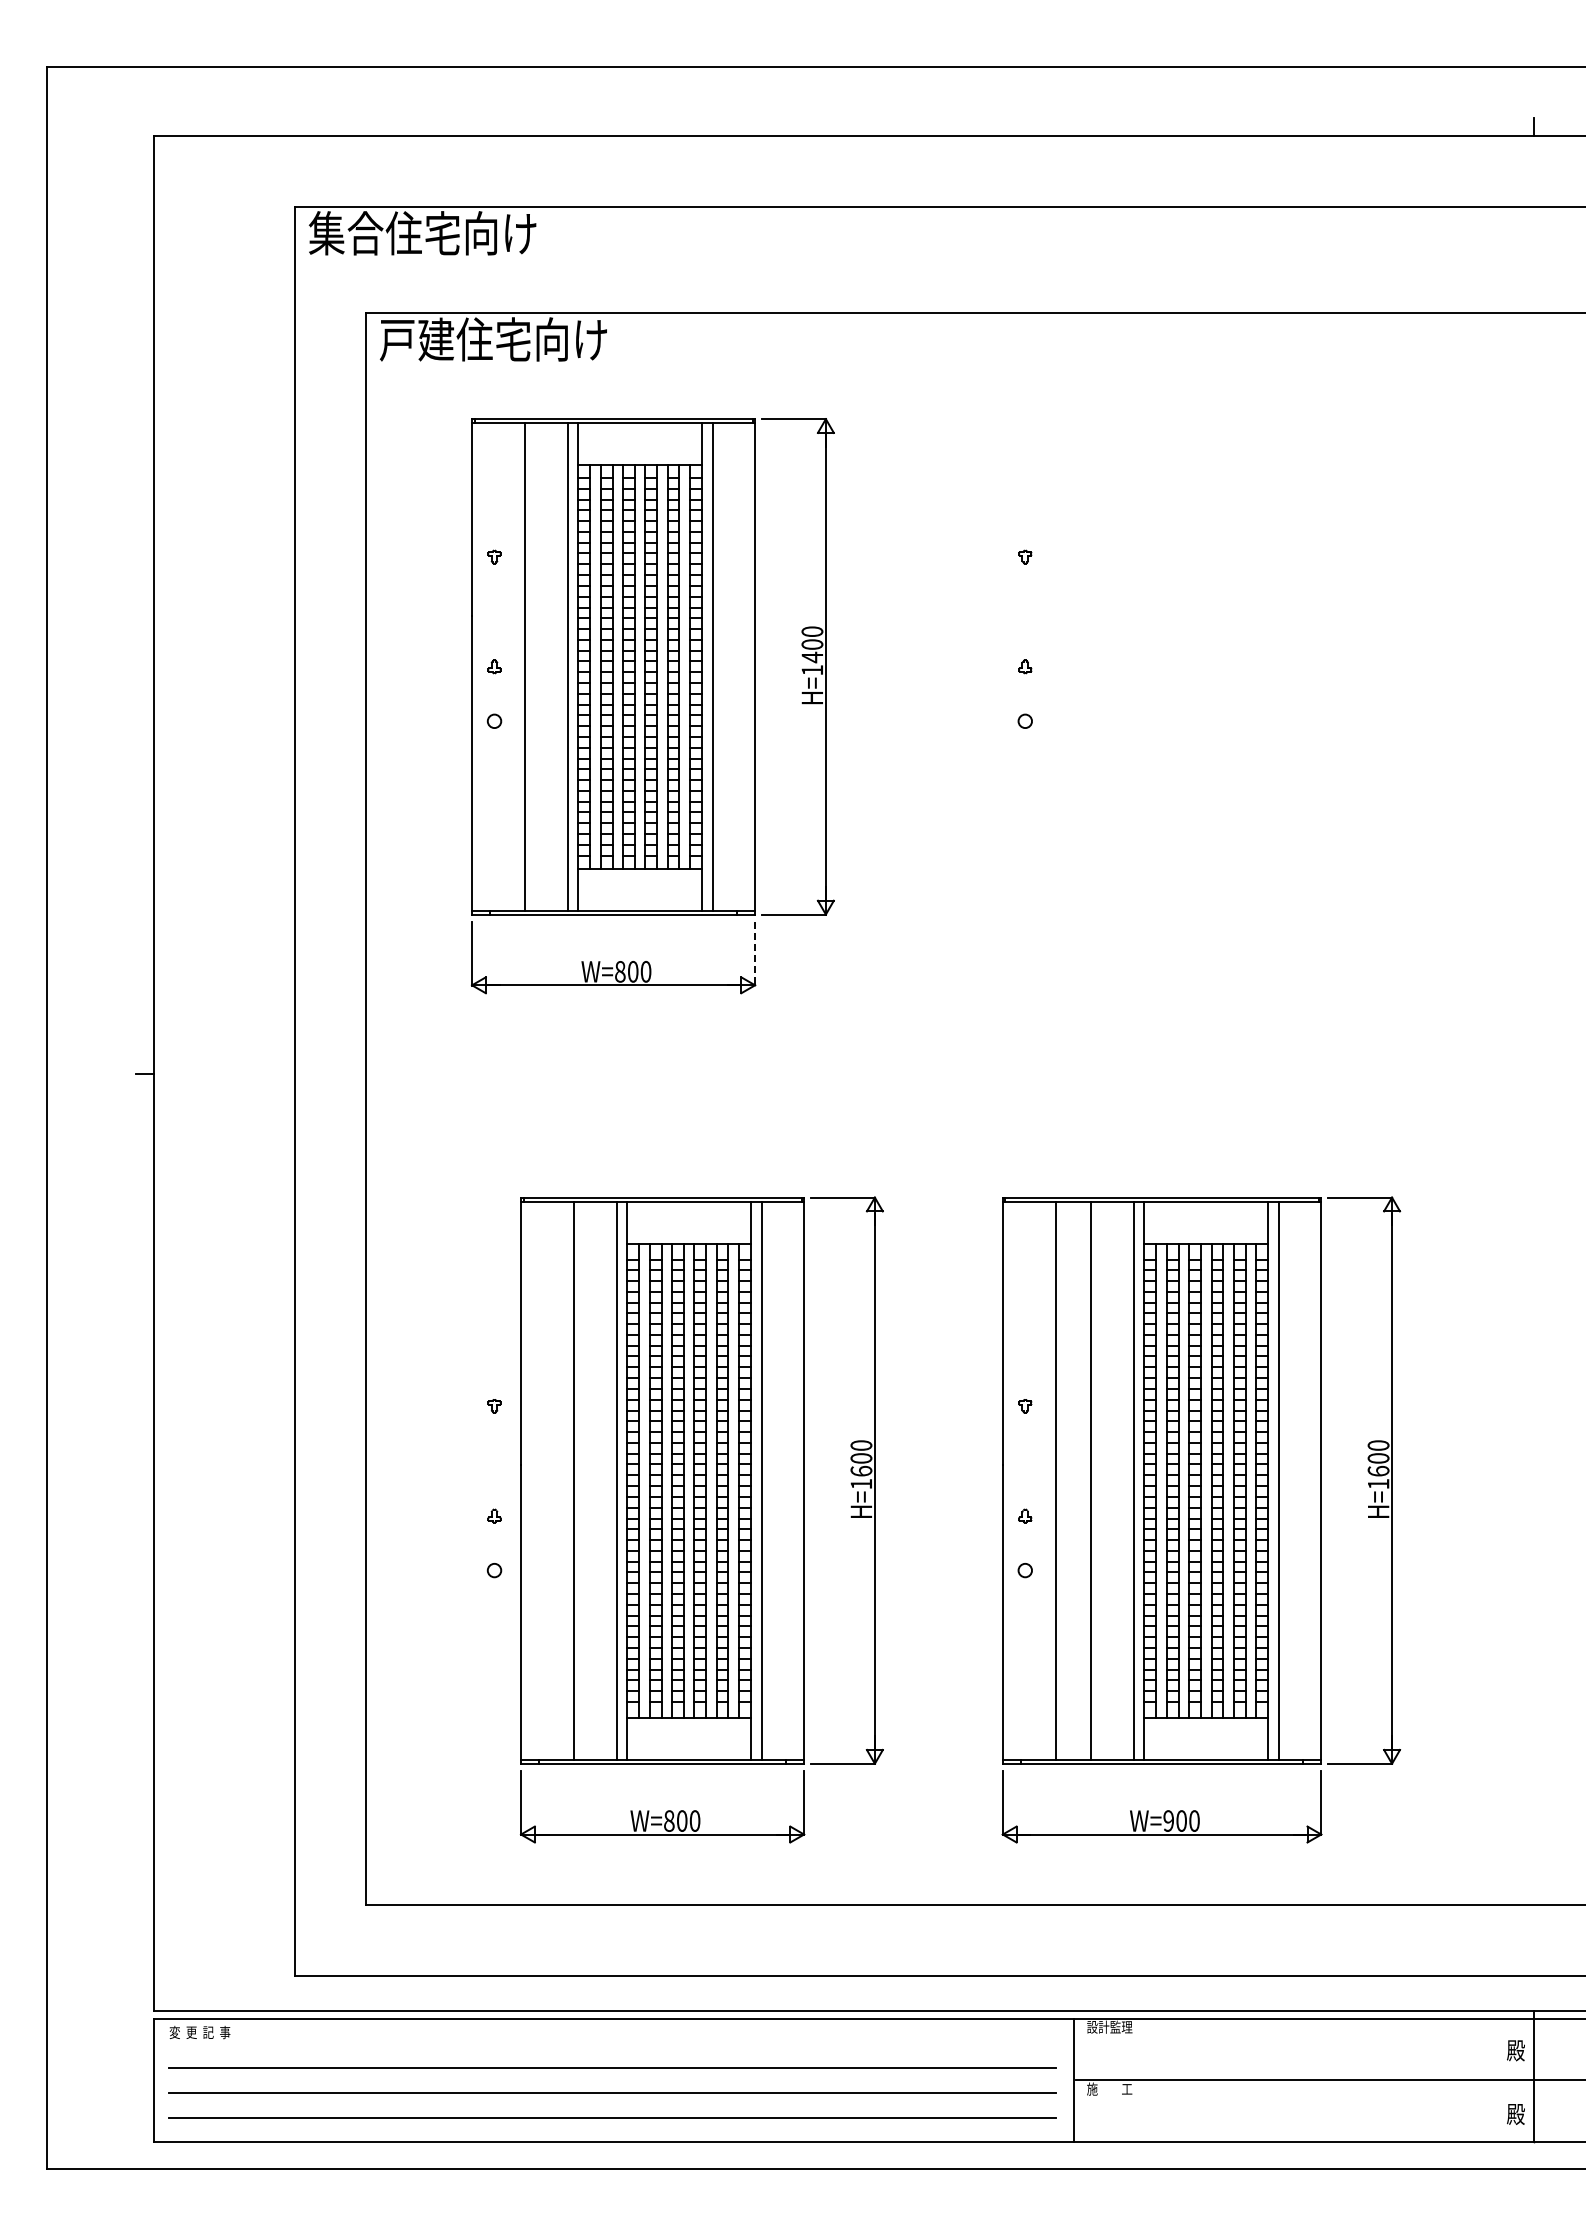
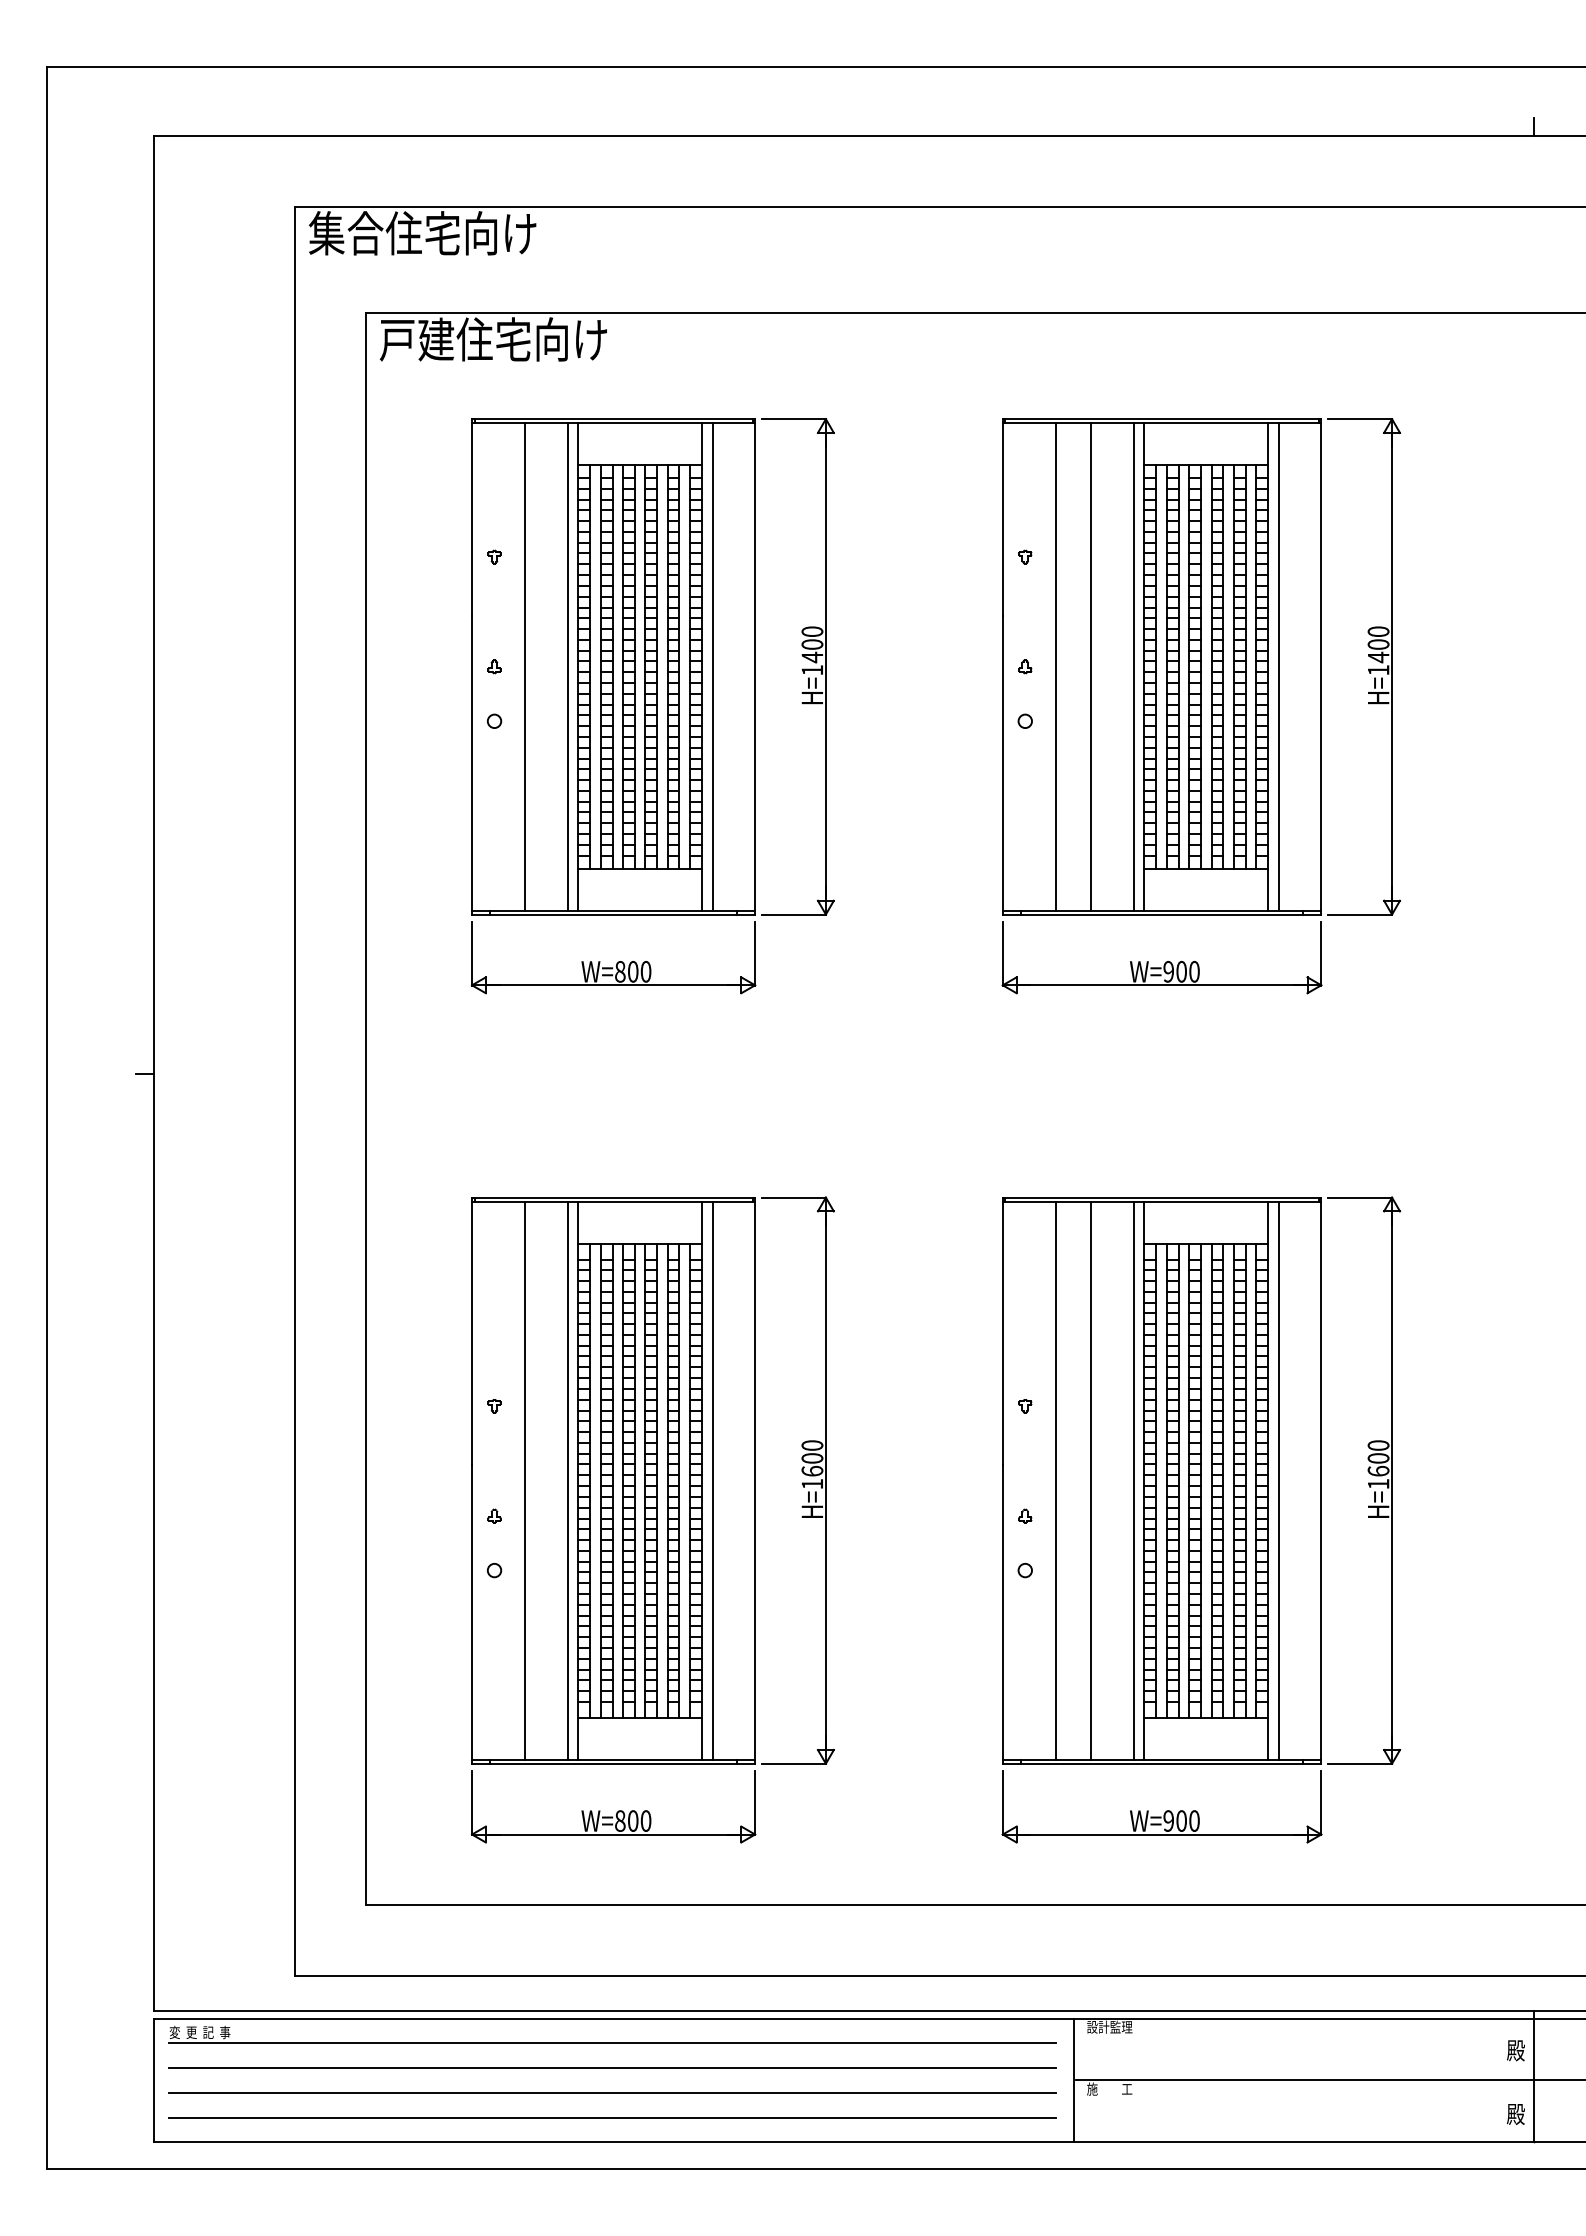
part at (1201, 706): none -> present
line at (755, 954): dashed -> solid
part at (701, 1519) position: (701, 1519) -> (652, 1519)
line at (611, 2043): none -> present
